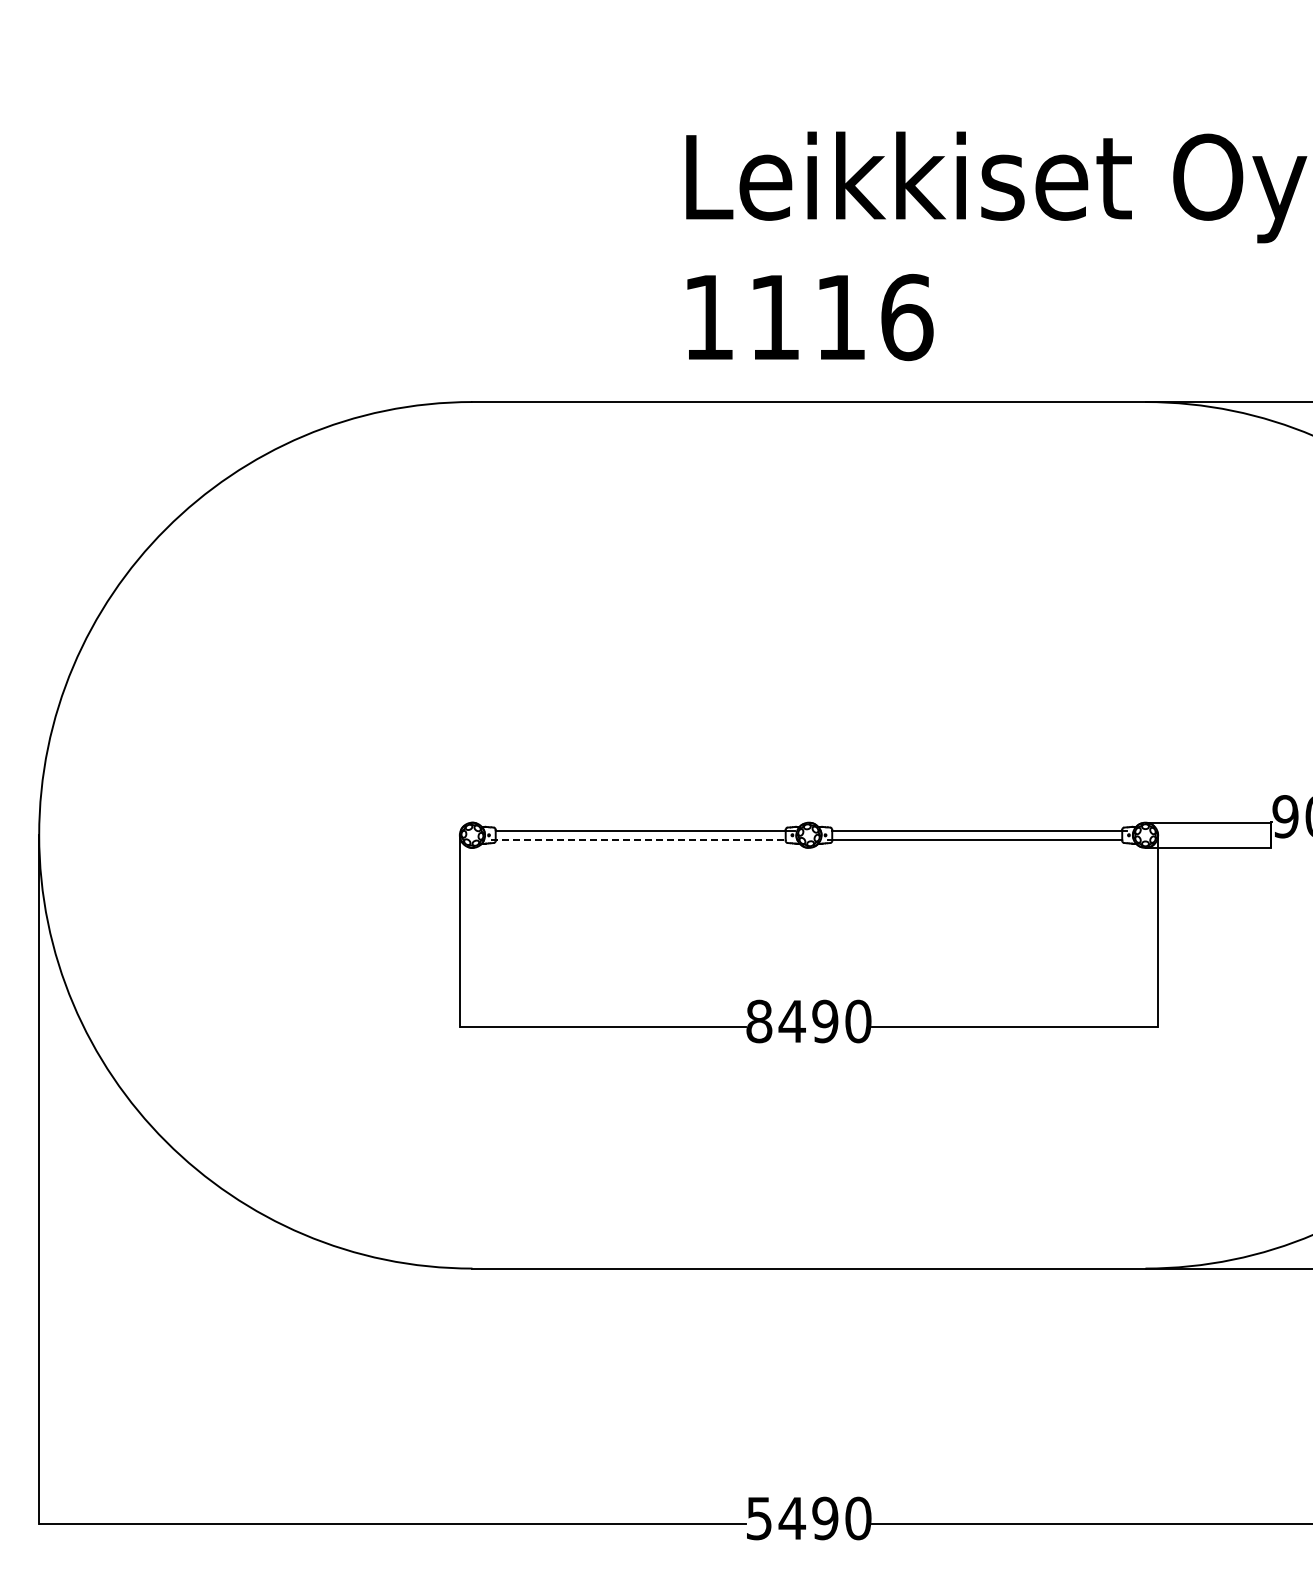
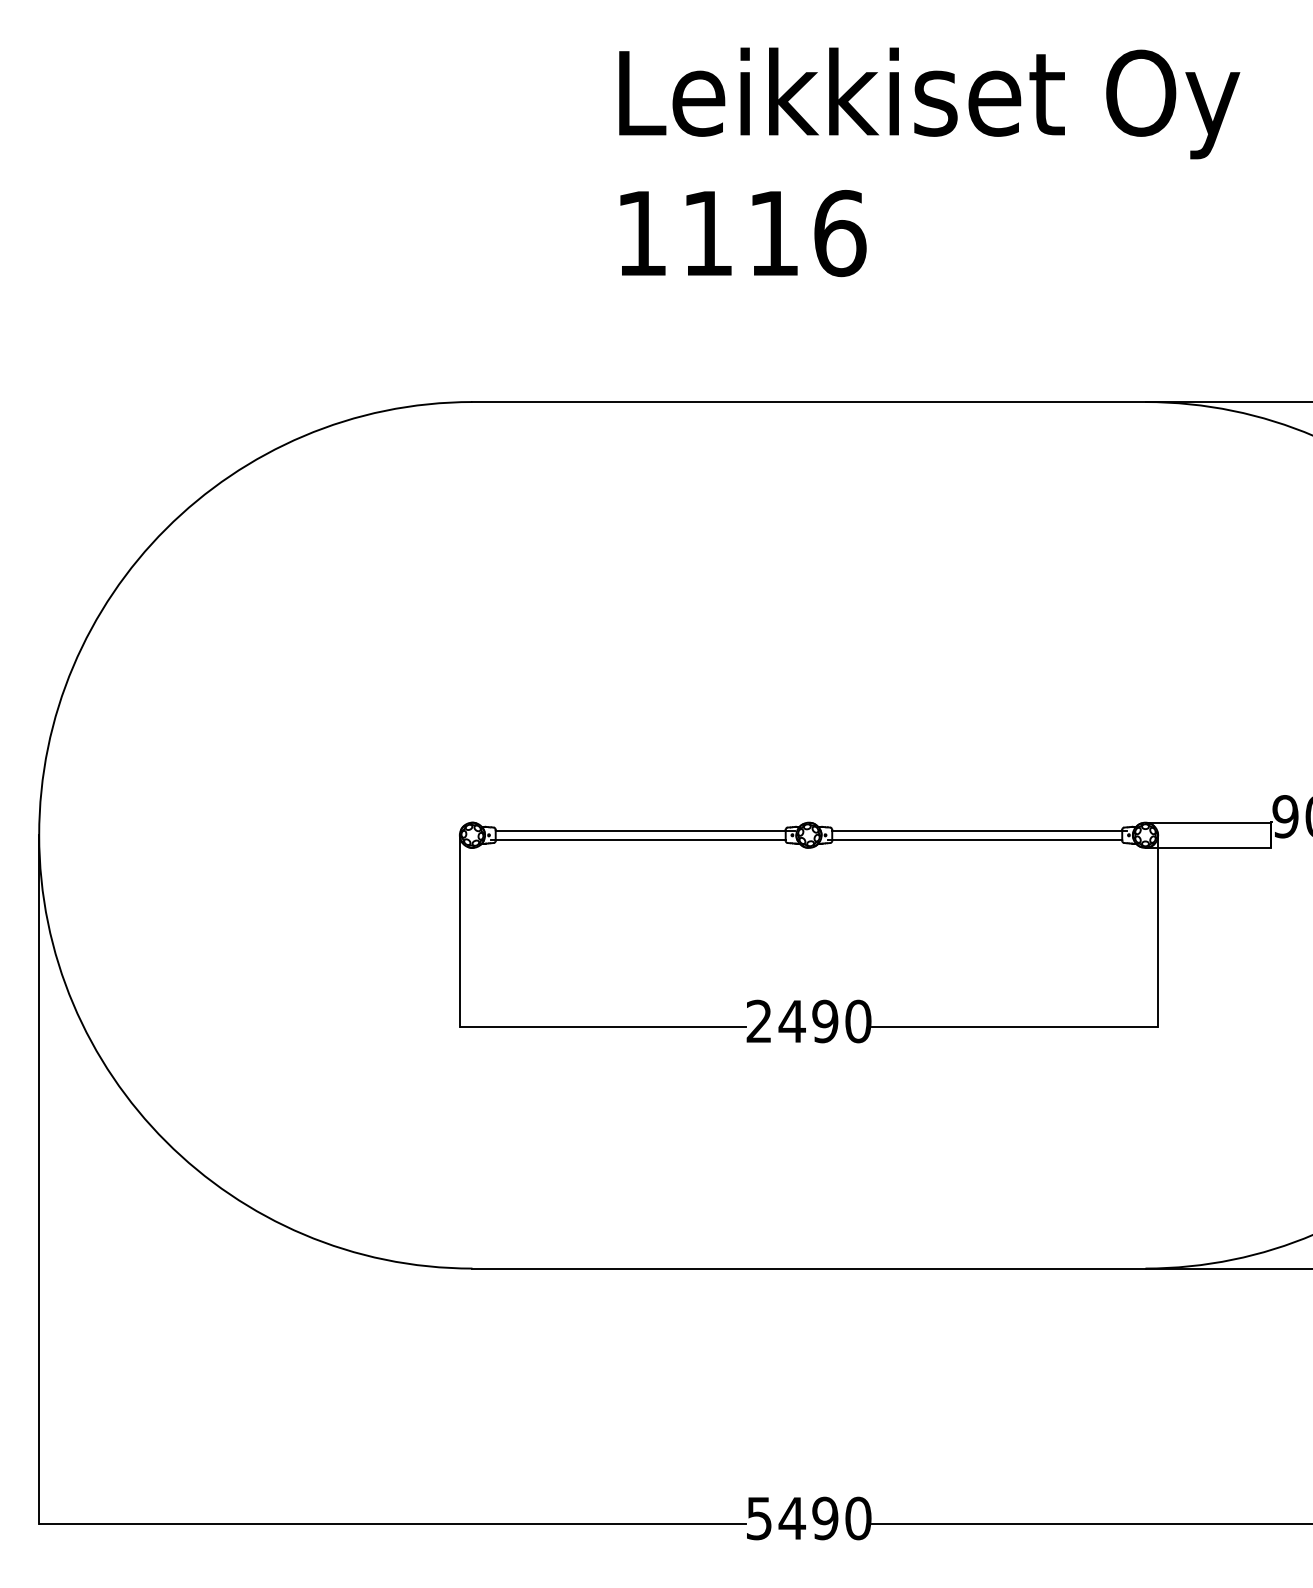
text at (996, 246) position: (996, 246) -> (929, 162)
line at (638, 840): dashed -> solid
text at (759, 1021): 8490 -> 2490
